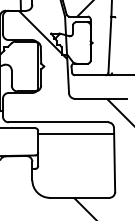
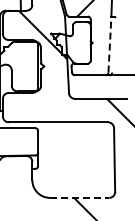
line at (109, 44): solid -> dashed
line at (76, 134): present -> none
line at (79, 197): solid -> dashed
